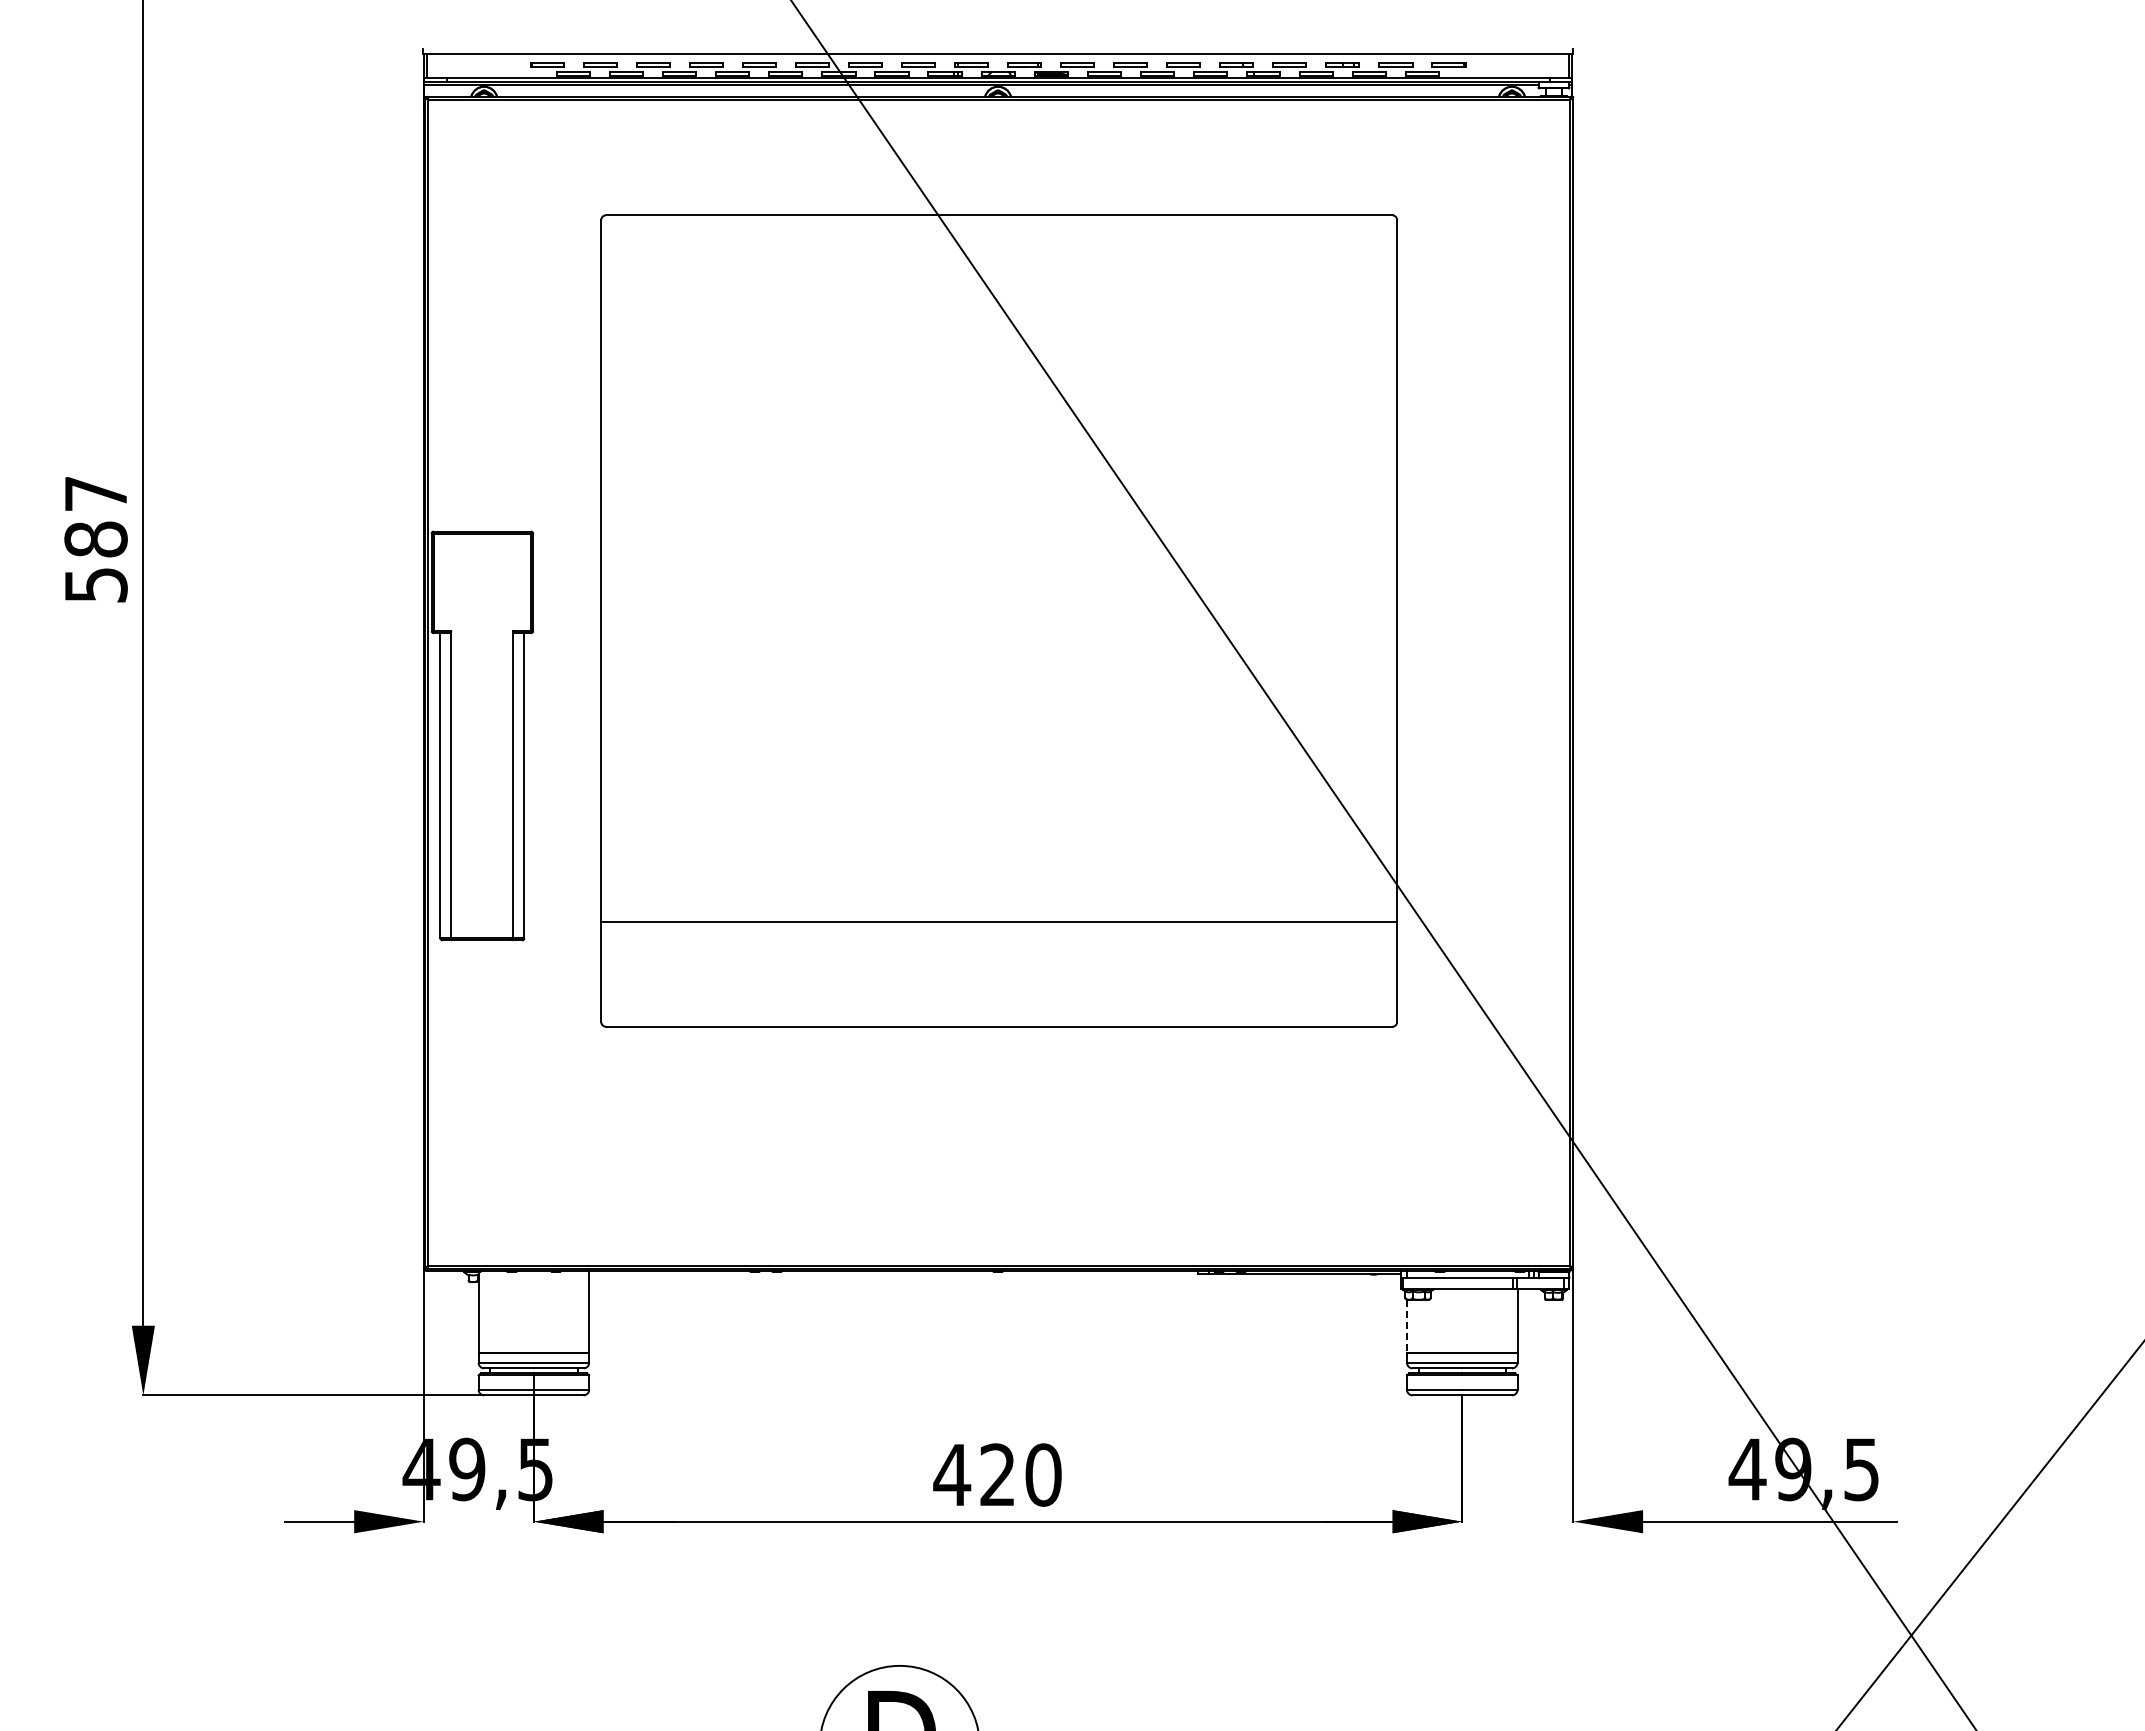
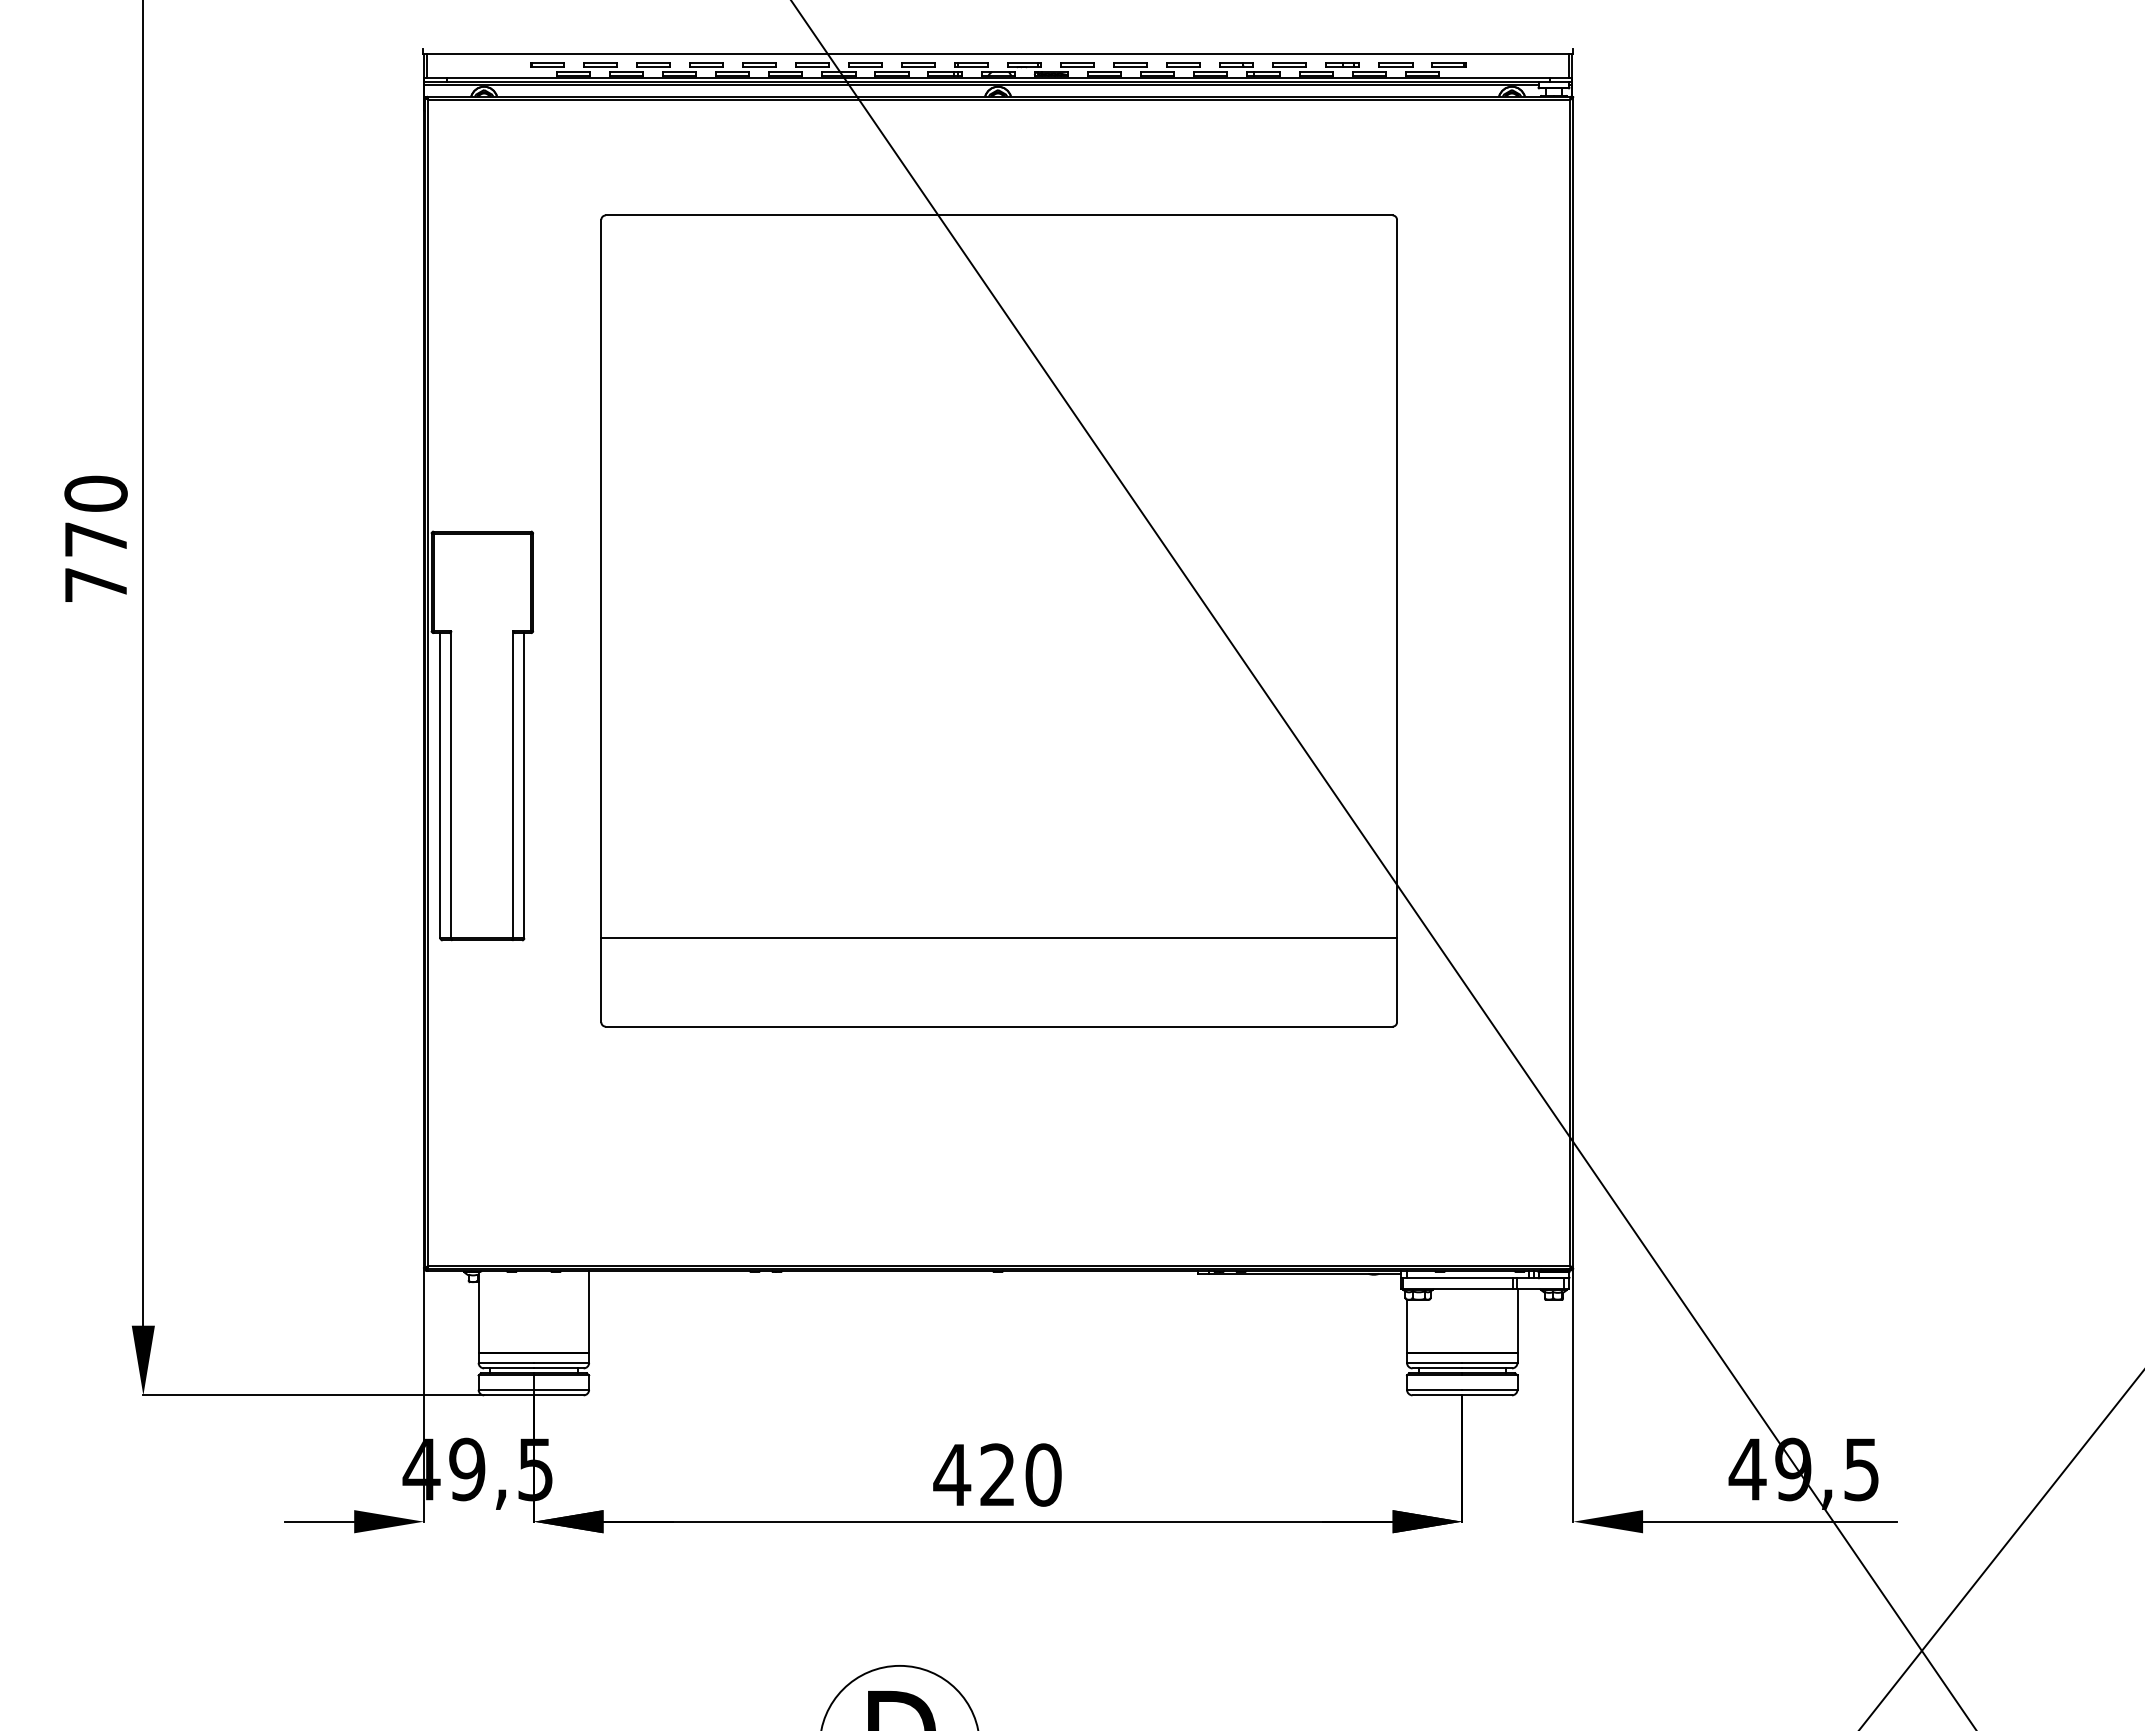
text at (95, 538): 587 -> 770
line at (999, 922) position: (999, 922) -> (999, 938)
line at (1407, 1326): dashed -> solid
line at (1989, 1535) position: (1989, 1535) -> (2001, 1550)
